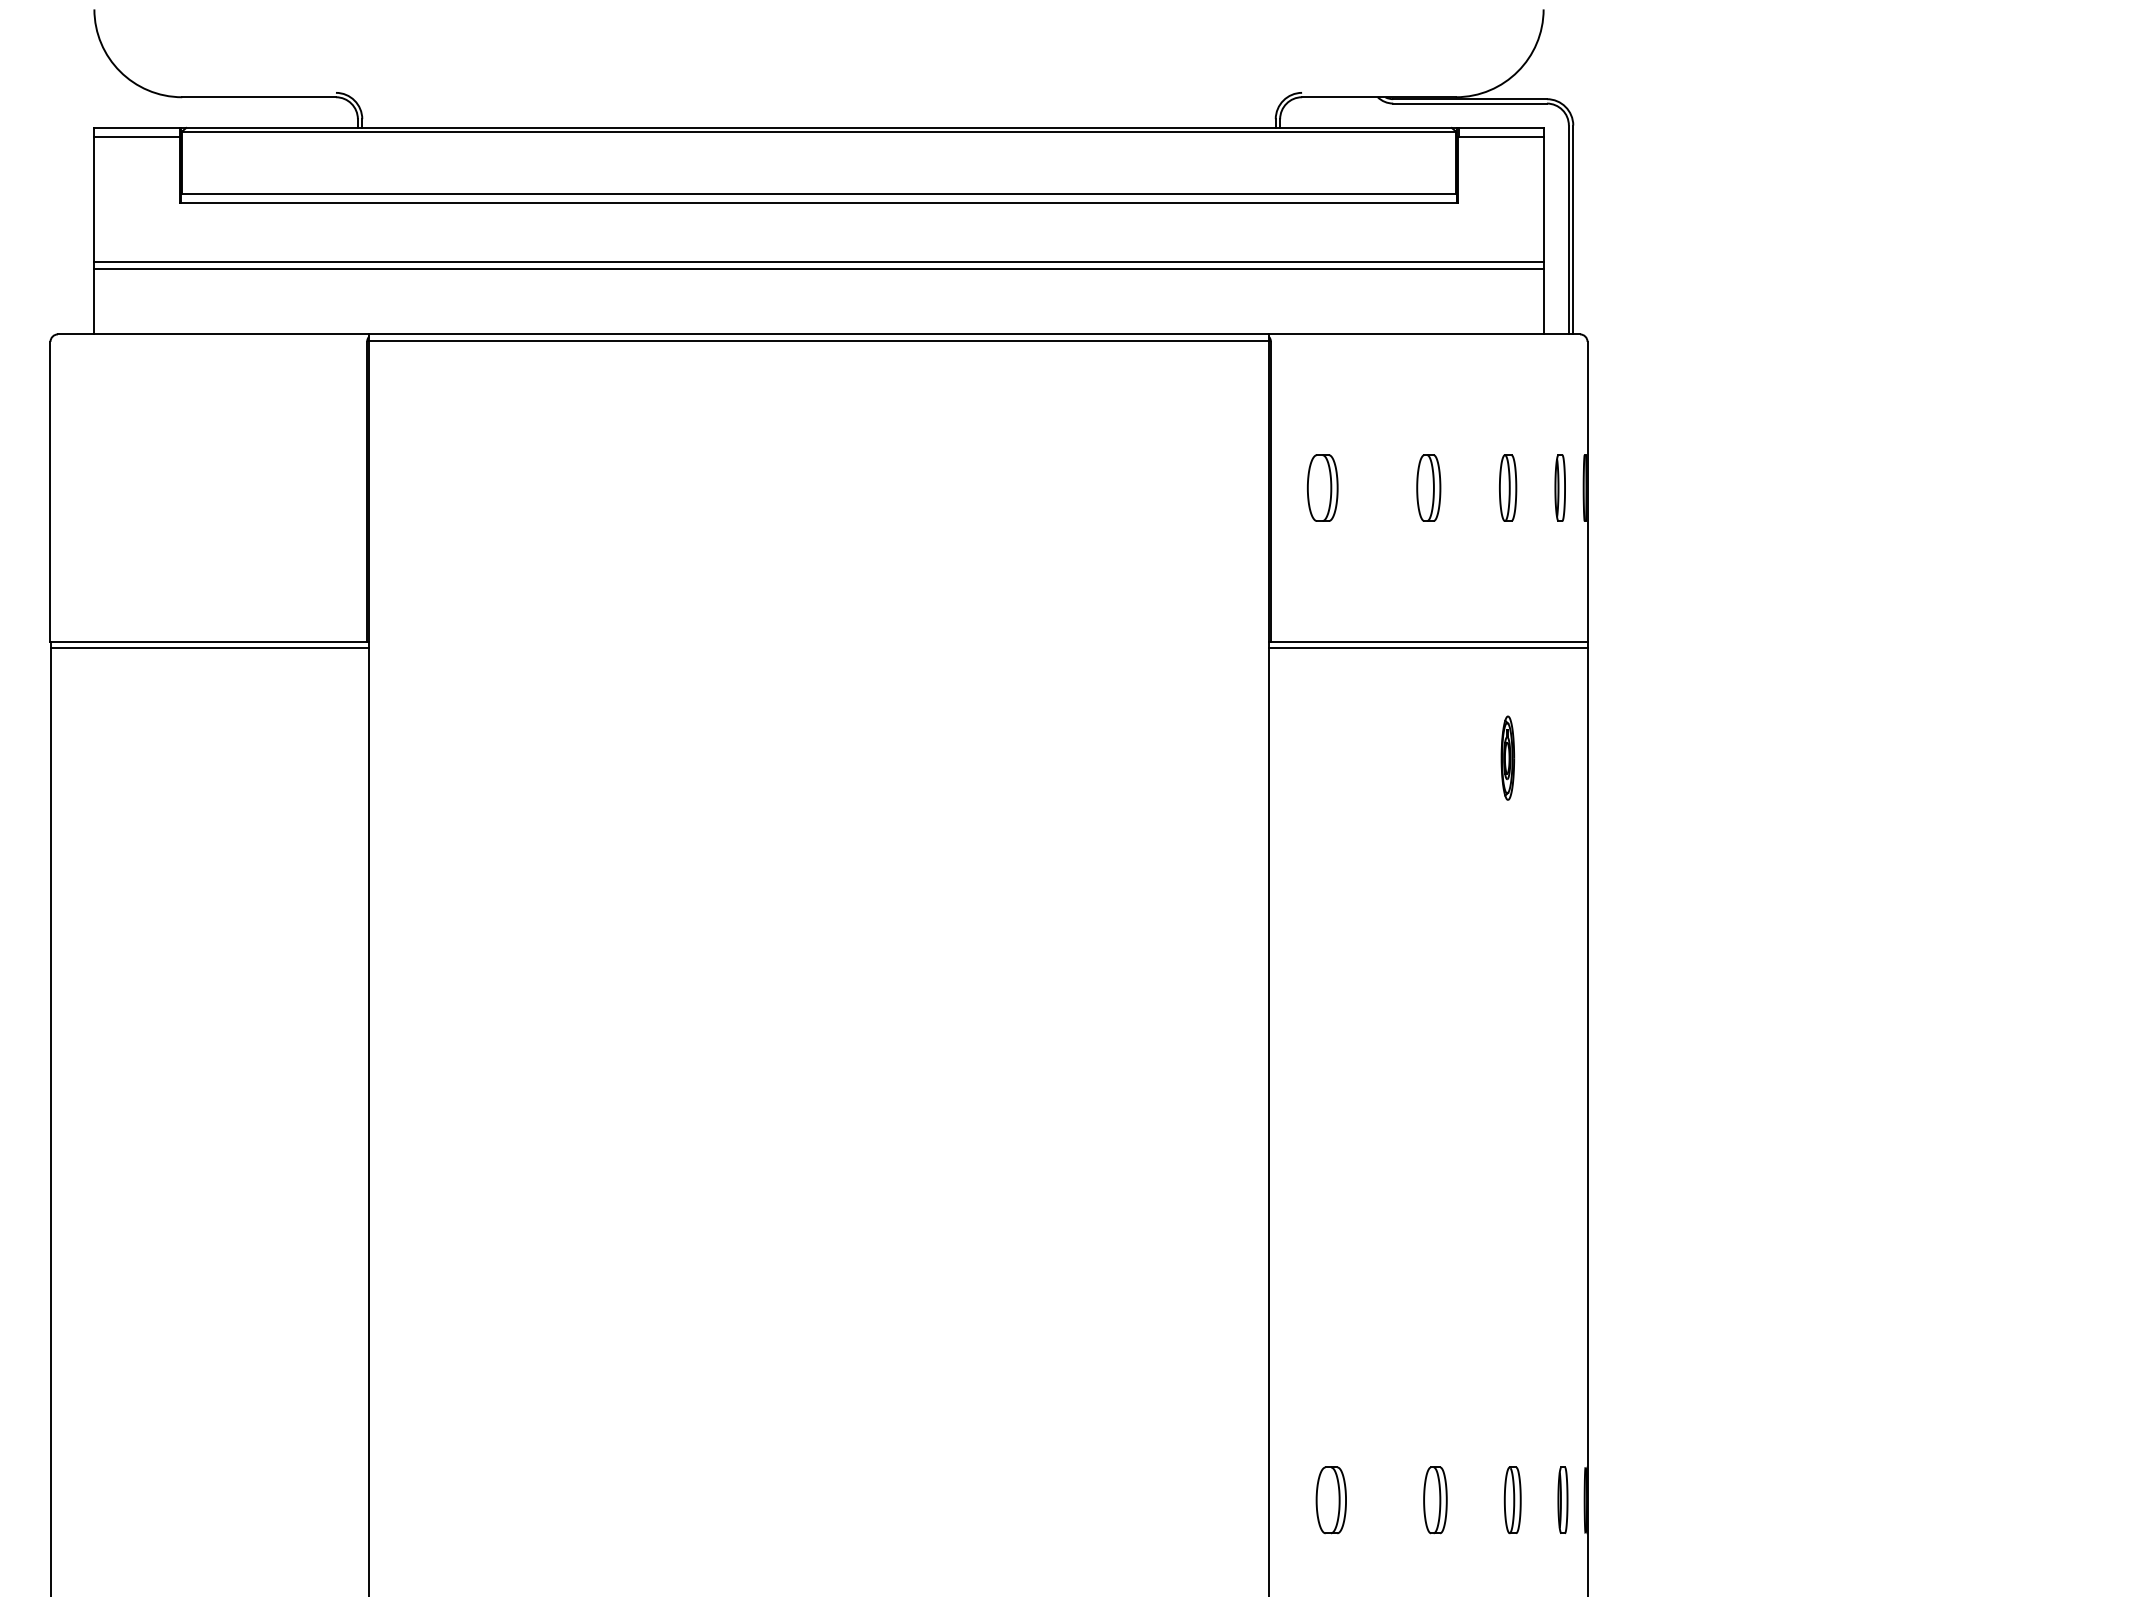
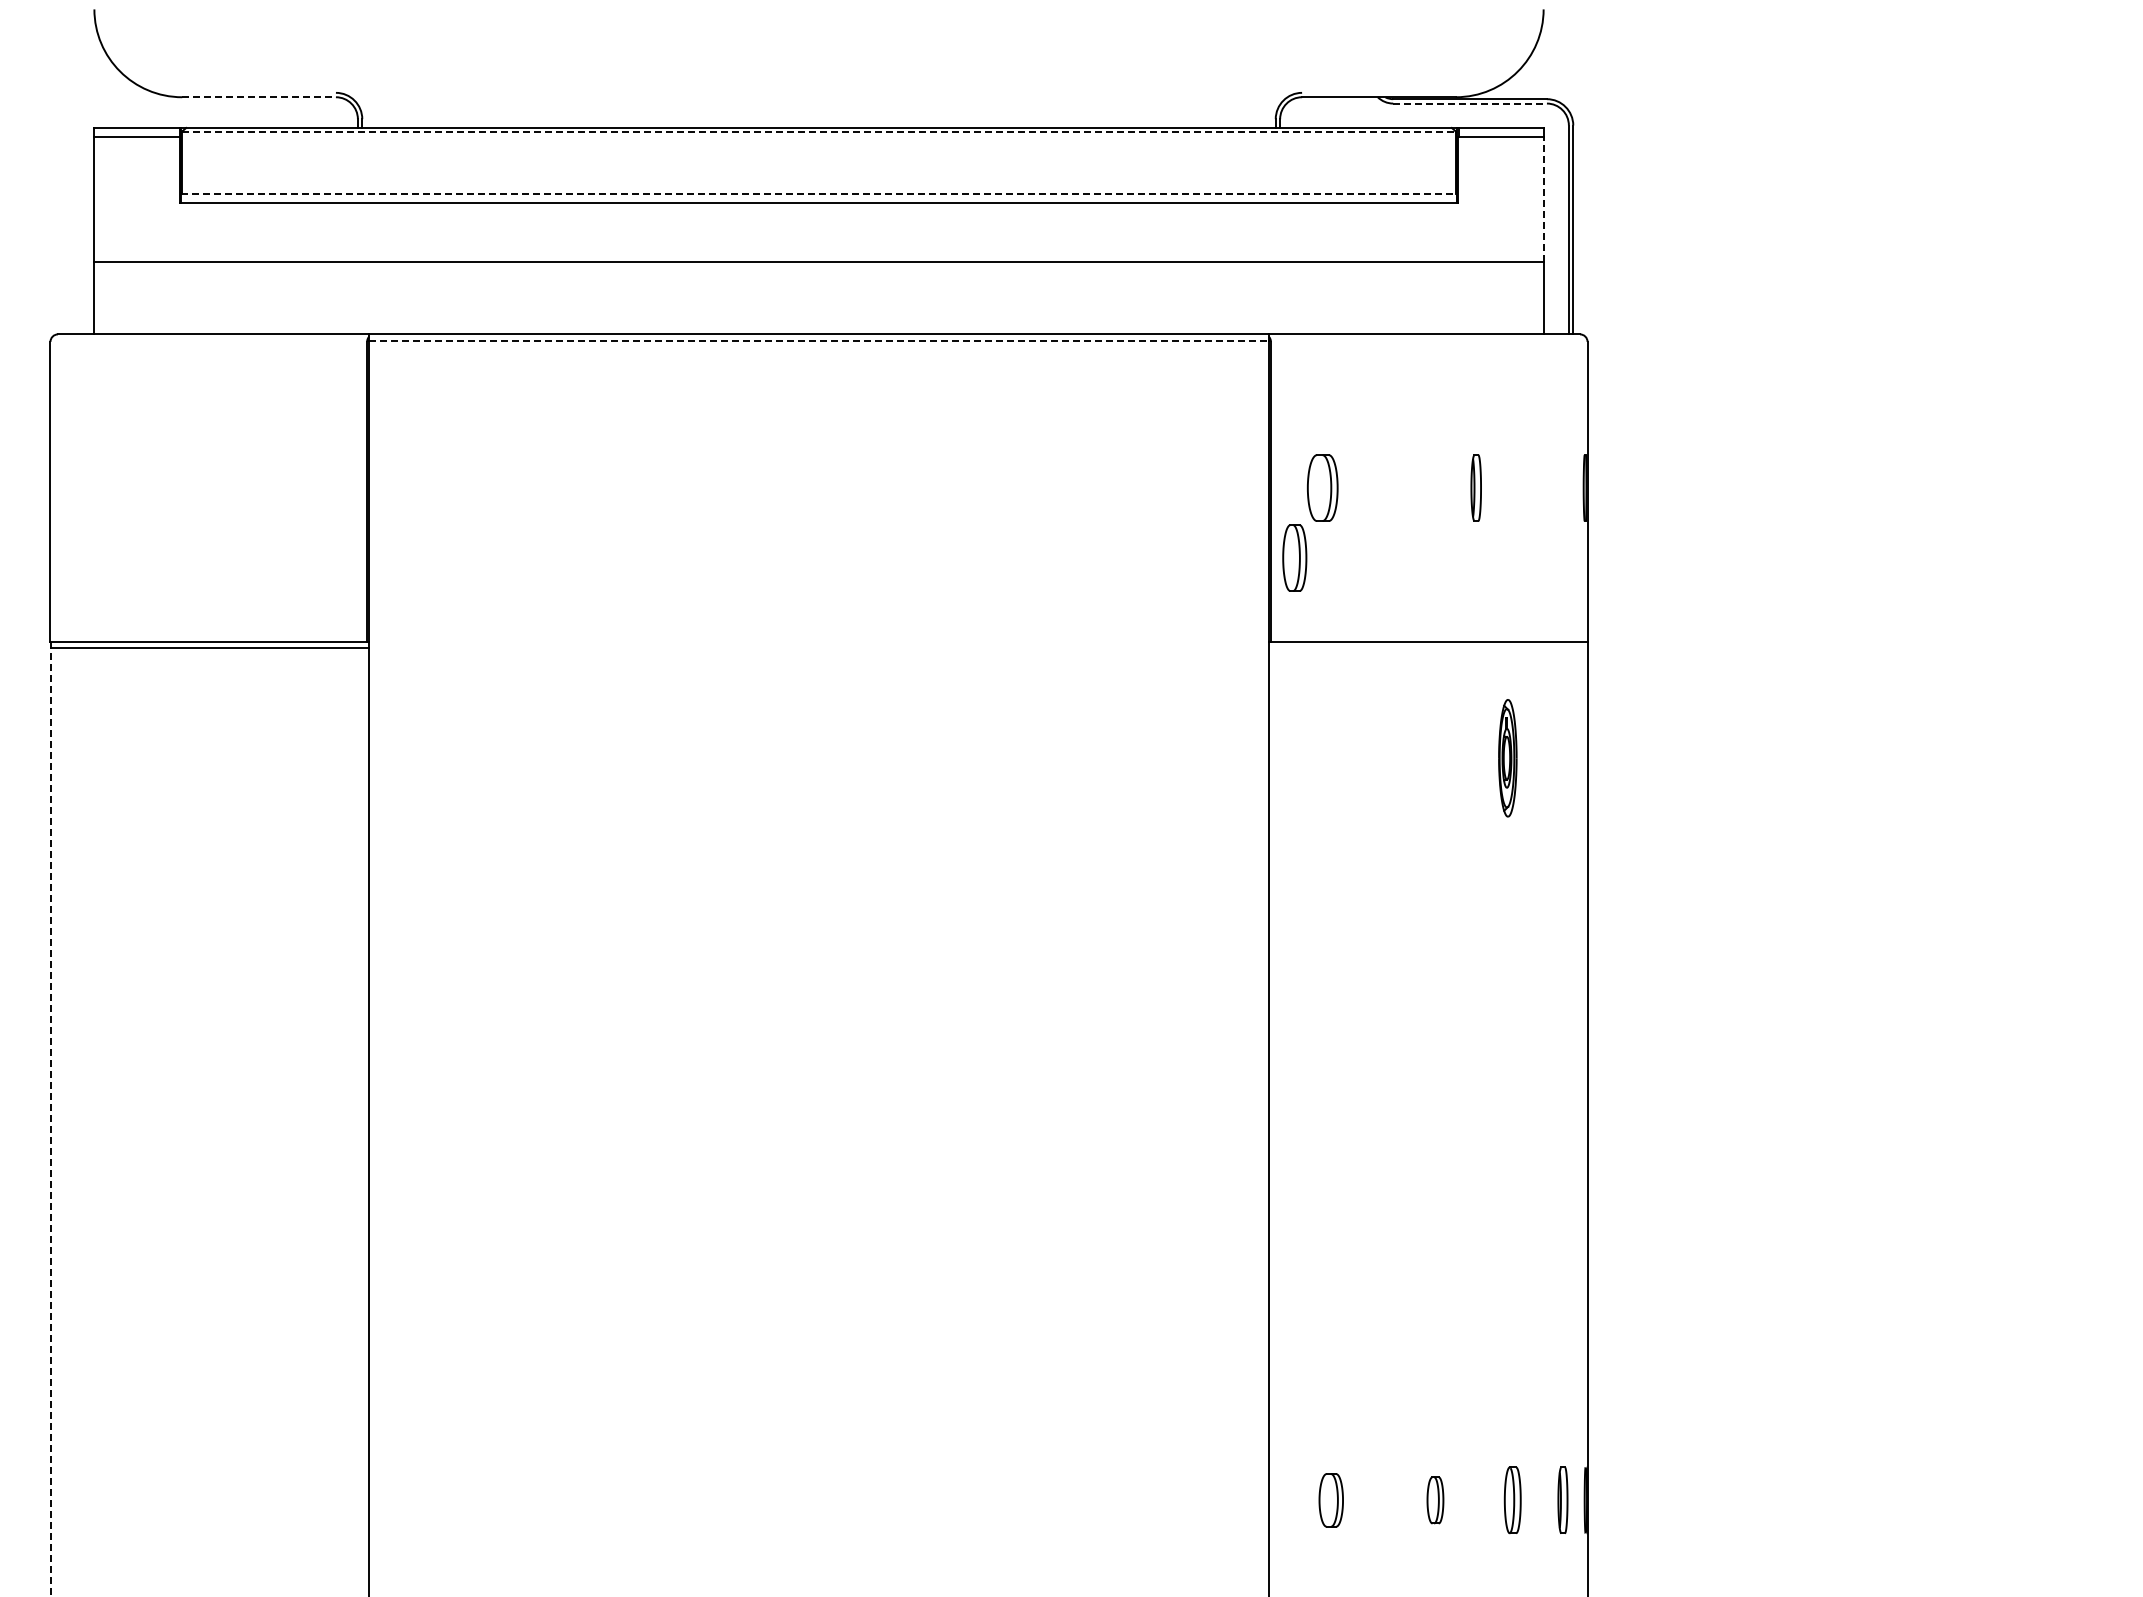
line at (259, 97): solid -> dashed
line at (1470, 103): solid -> dashed
line at (819, 132): solid -> dashed
line at (819, 193): solid -> dashed
line at (1543, 199): solid -> dashed
line at (818, 268): present -> none
line at (819, 340): solid -> dashed
part at (1428, 487) position: (1428, 487) -> (1294, 557)
part at (1508, 487): present -> none
part at (1559, 487) position: (1559, 487) -> (1475, 487)
line at (1427, 648): present -> none
part at (1507, 757) size: 16x86 px -> 20x119 px
line at (50, 1119): solid -> dashed
part at (1330, 1500) size: 32x69 px -> 26x55 px
part at (1435, 1500) size: 25x69 px -> 19x49 px
